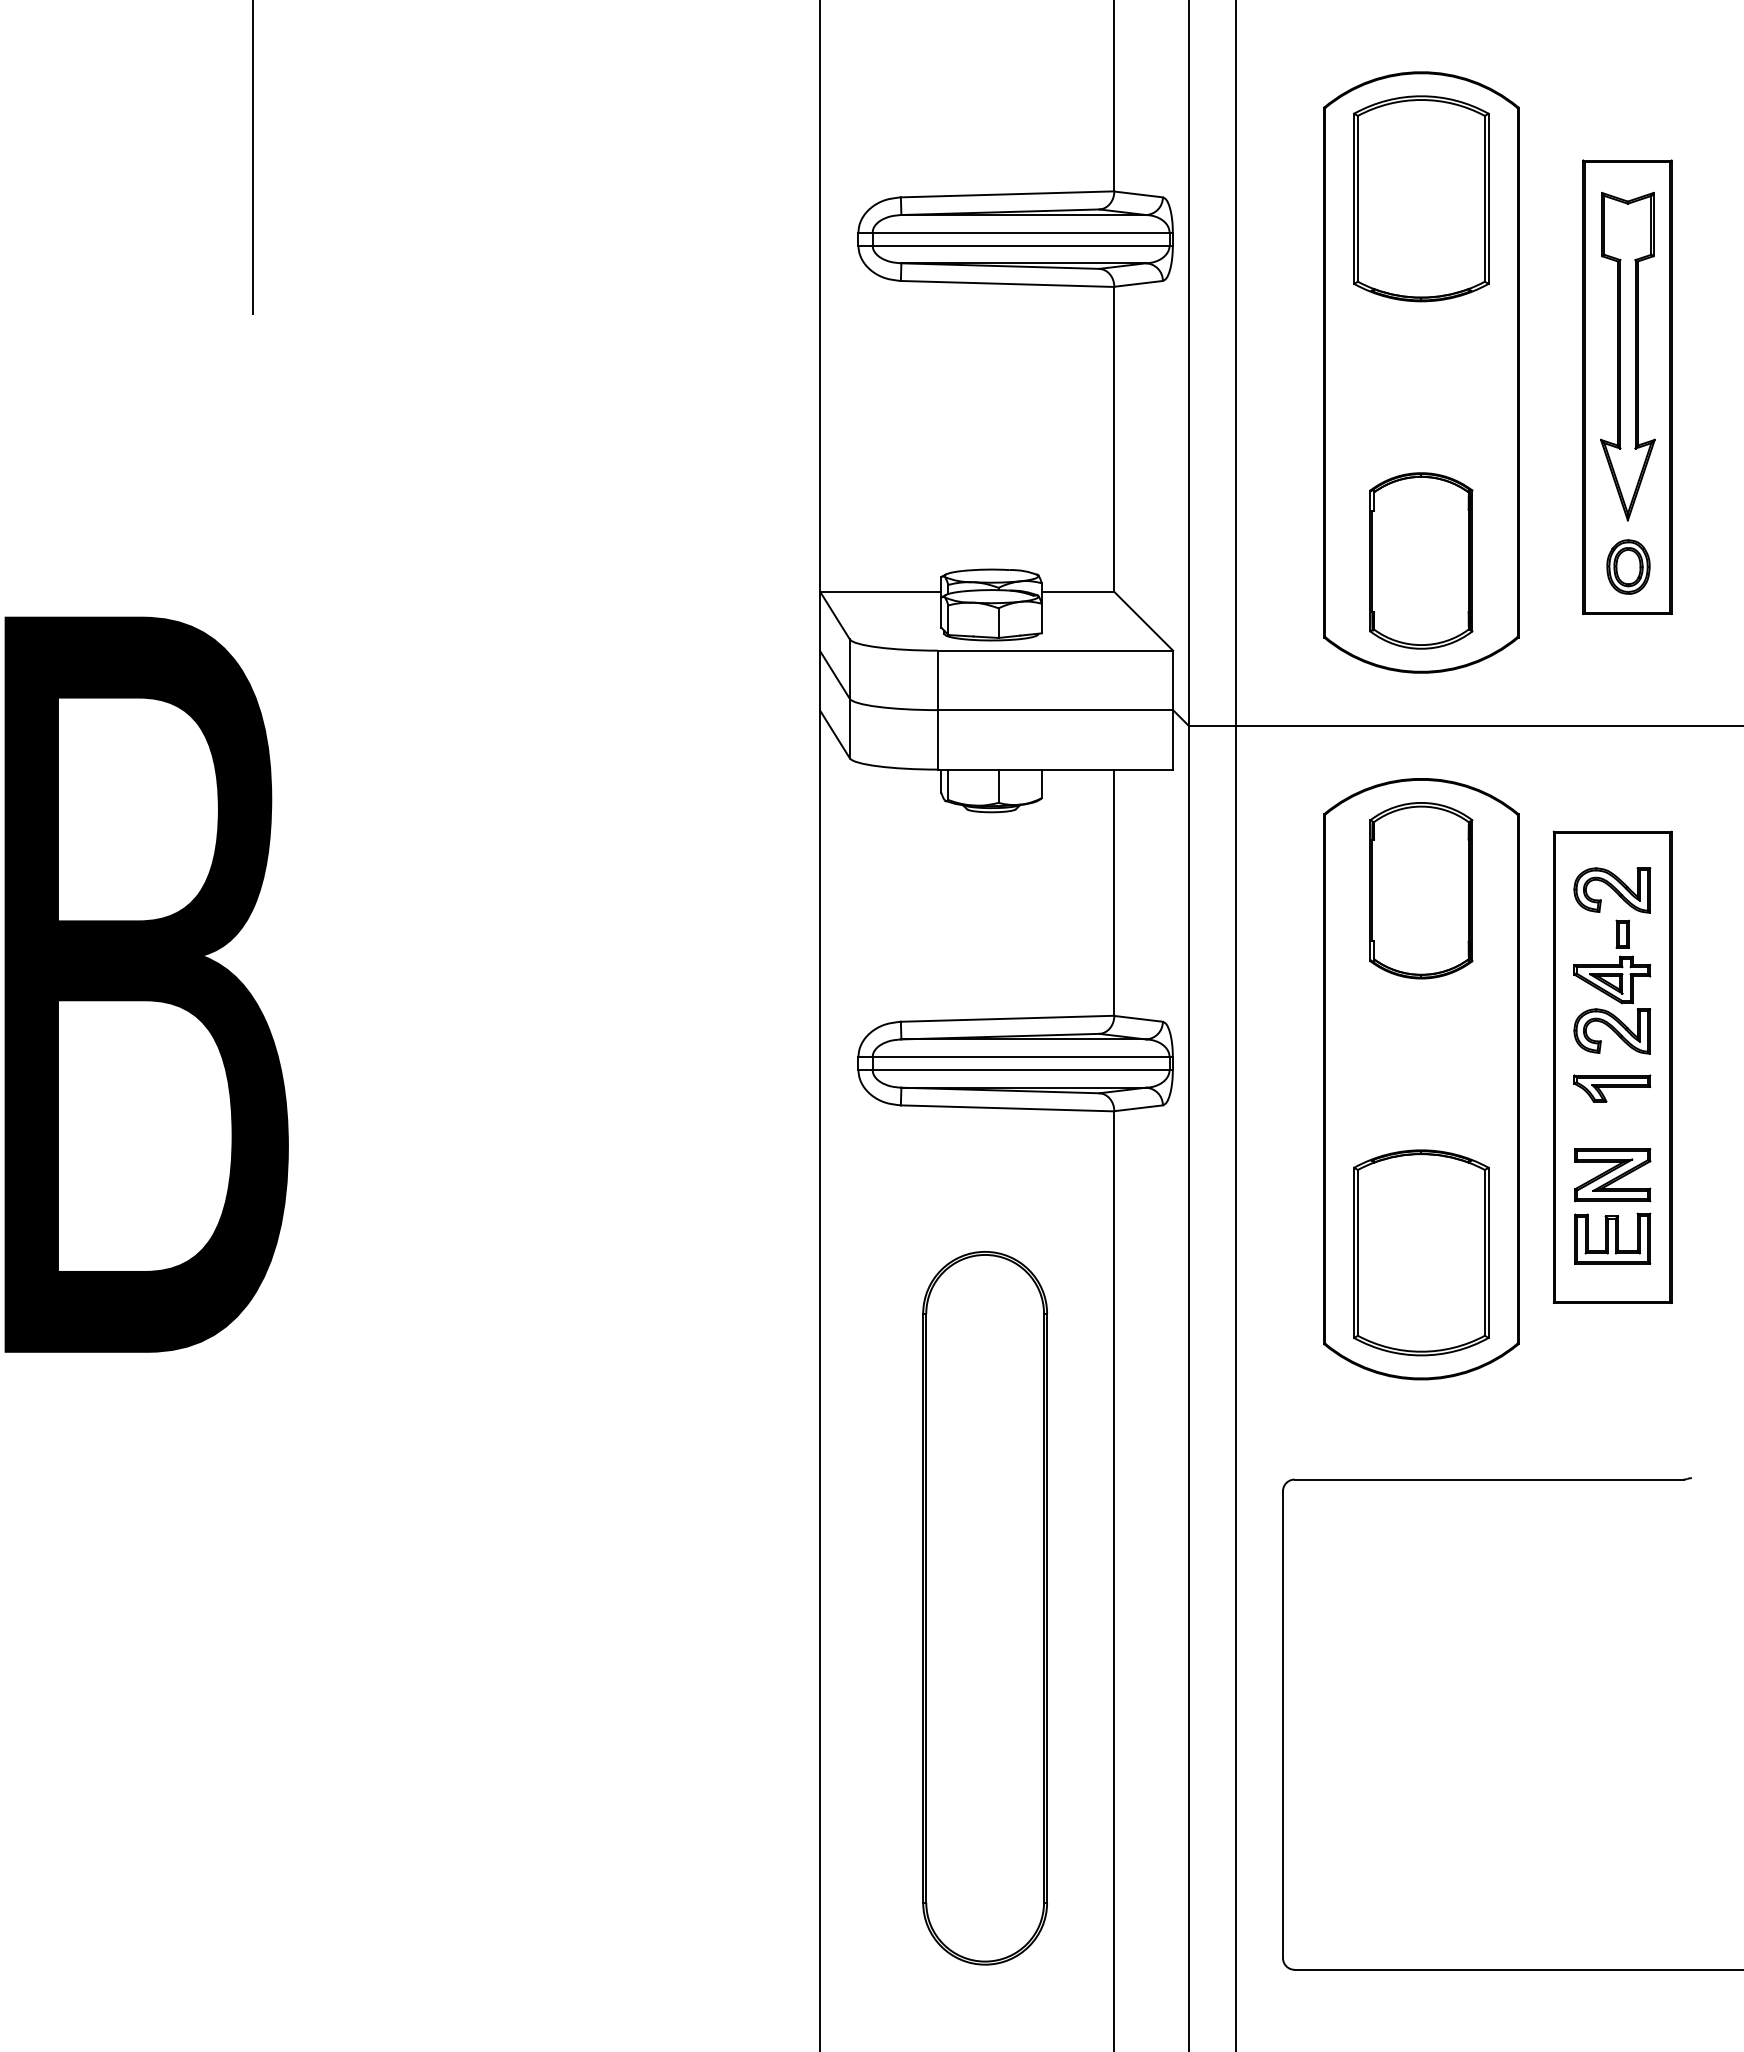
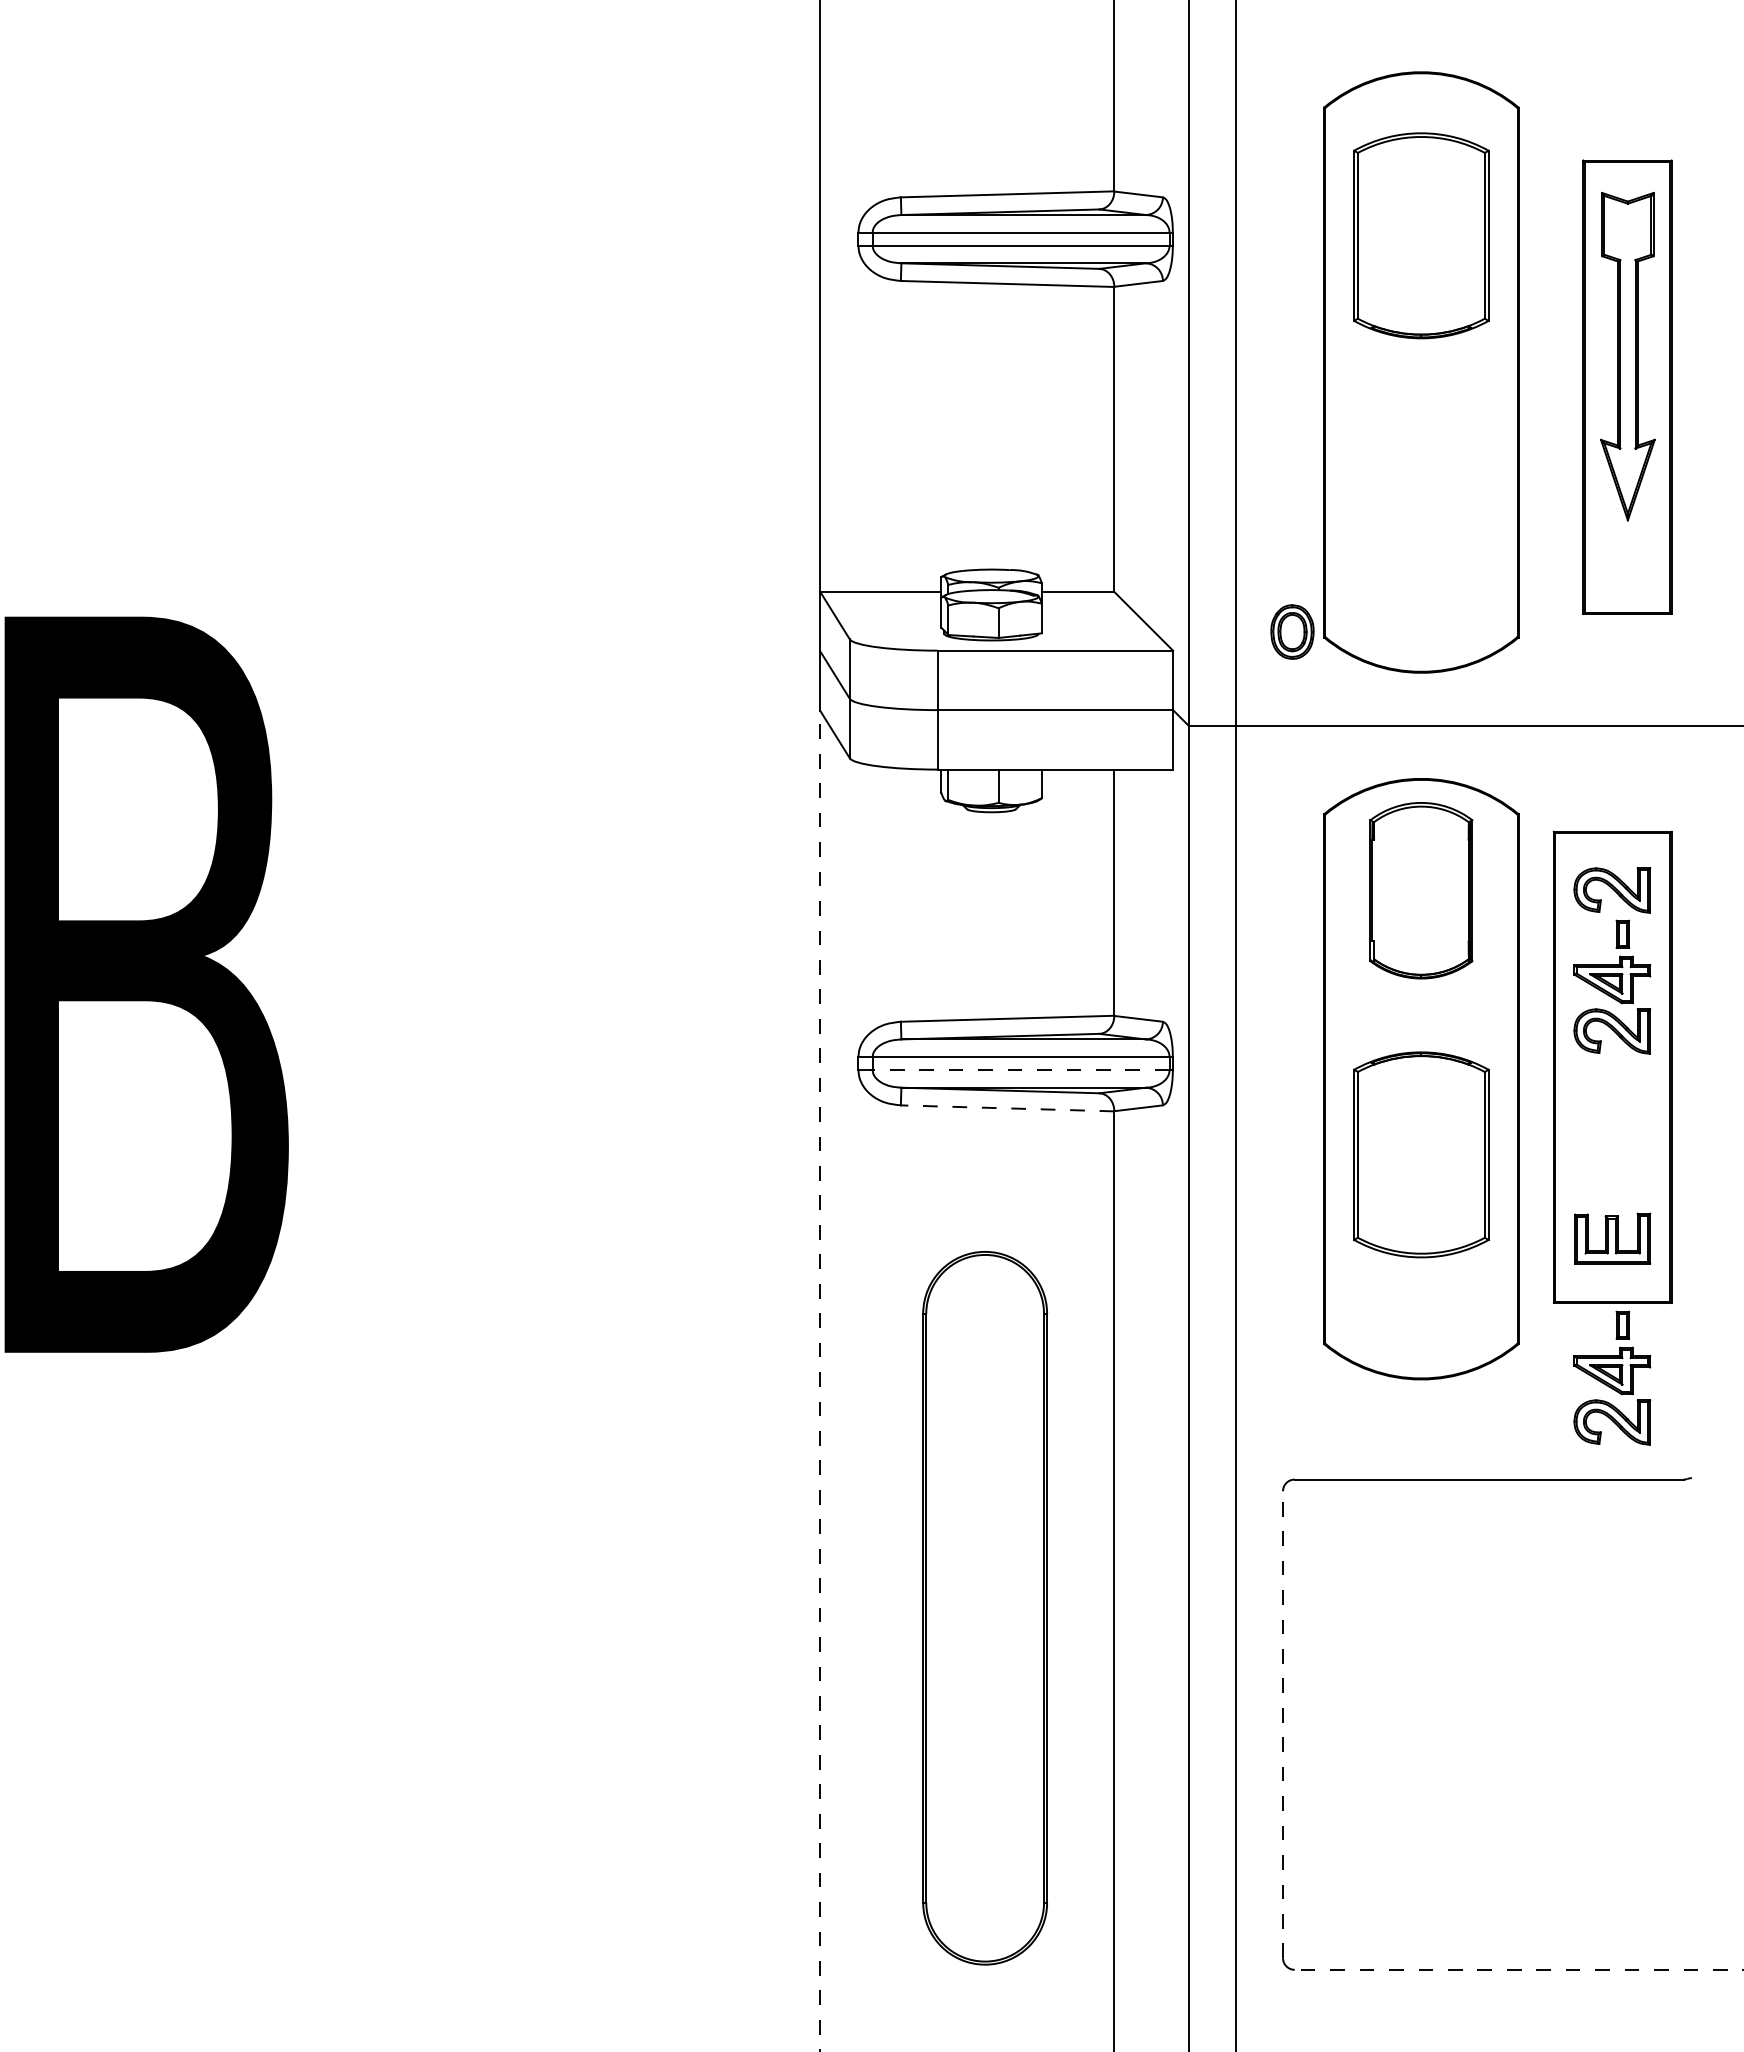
line at (252, 157): present -> none
part at (1421, 198) position: (1421, 198) -> (1421, 235)
part at (1421, 560): present -> none
part at (1628, 566) position: (1628, 566) -> (1292, 631)
line at (1020, 1070): solid -> dashed
part at (1612, 1088): present -> none
line at (1007, 1108): solid -> dashed
part at (1612, 1175): present -> none
part at (1421, 1252) position: (1421, 1252) -> (1421, 1154)
part at (1612, 1377): none -> present
line at (820, 1380): solid -> dashed
line at (1283, 1724): solid -> dashed
line at (1518, 1969): solid -> dashed
